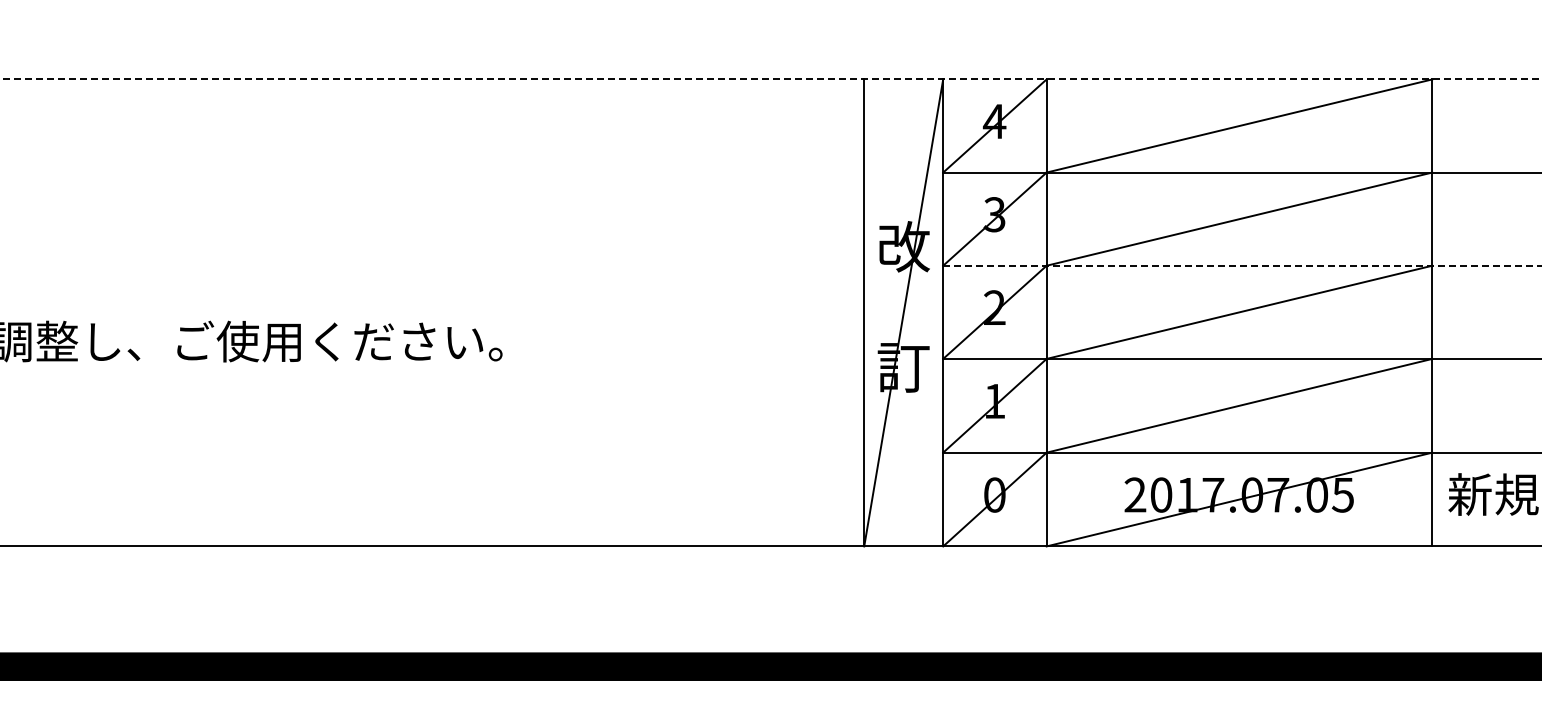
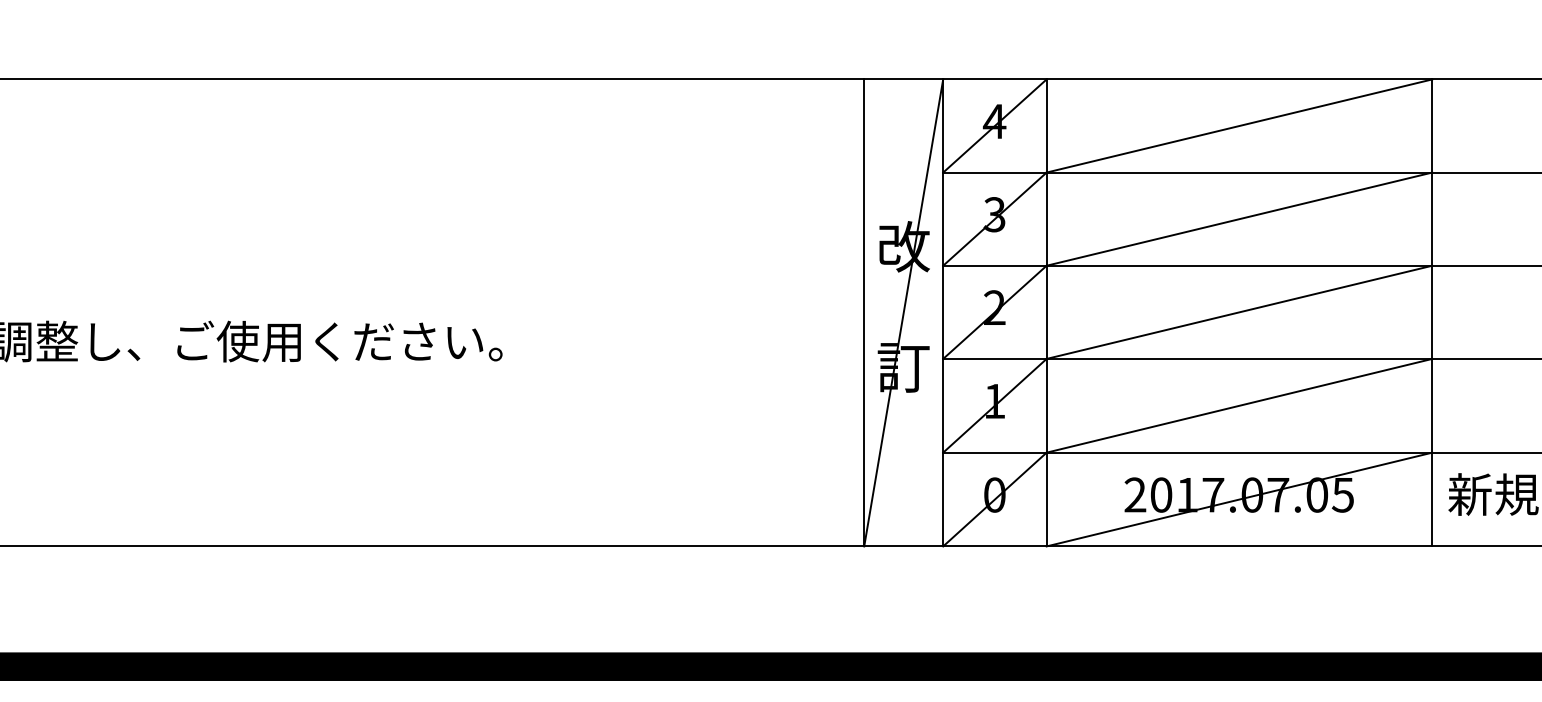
line at (771, 79): dashed -> solid
line at (1242, 265): dashed -> solid
